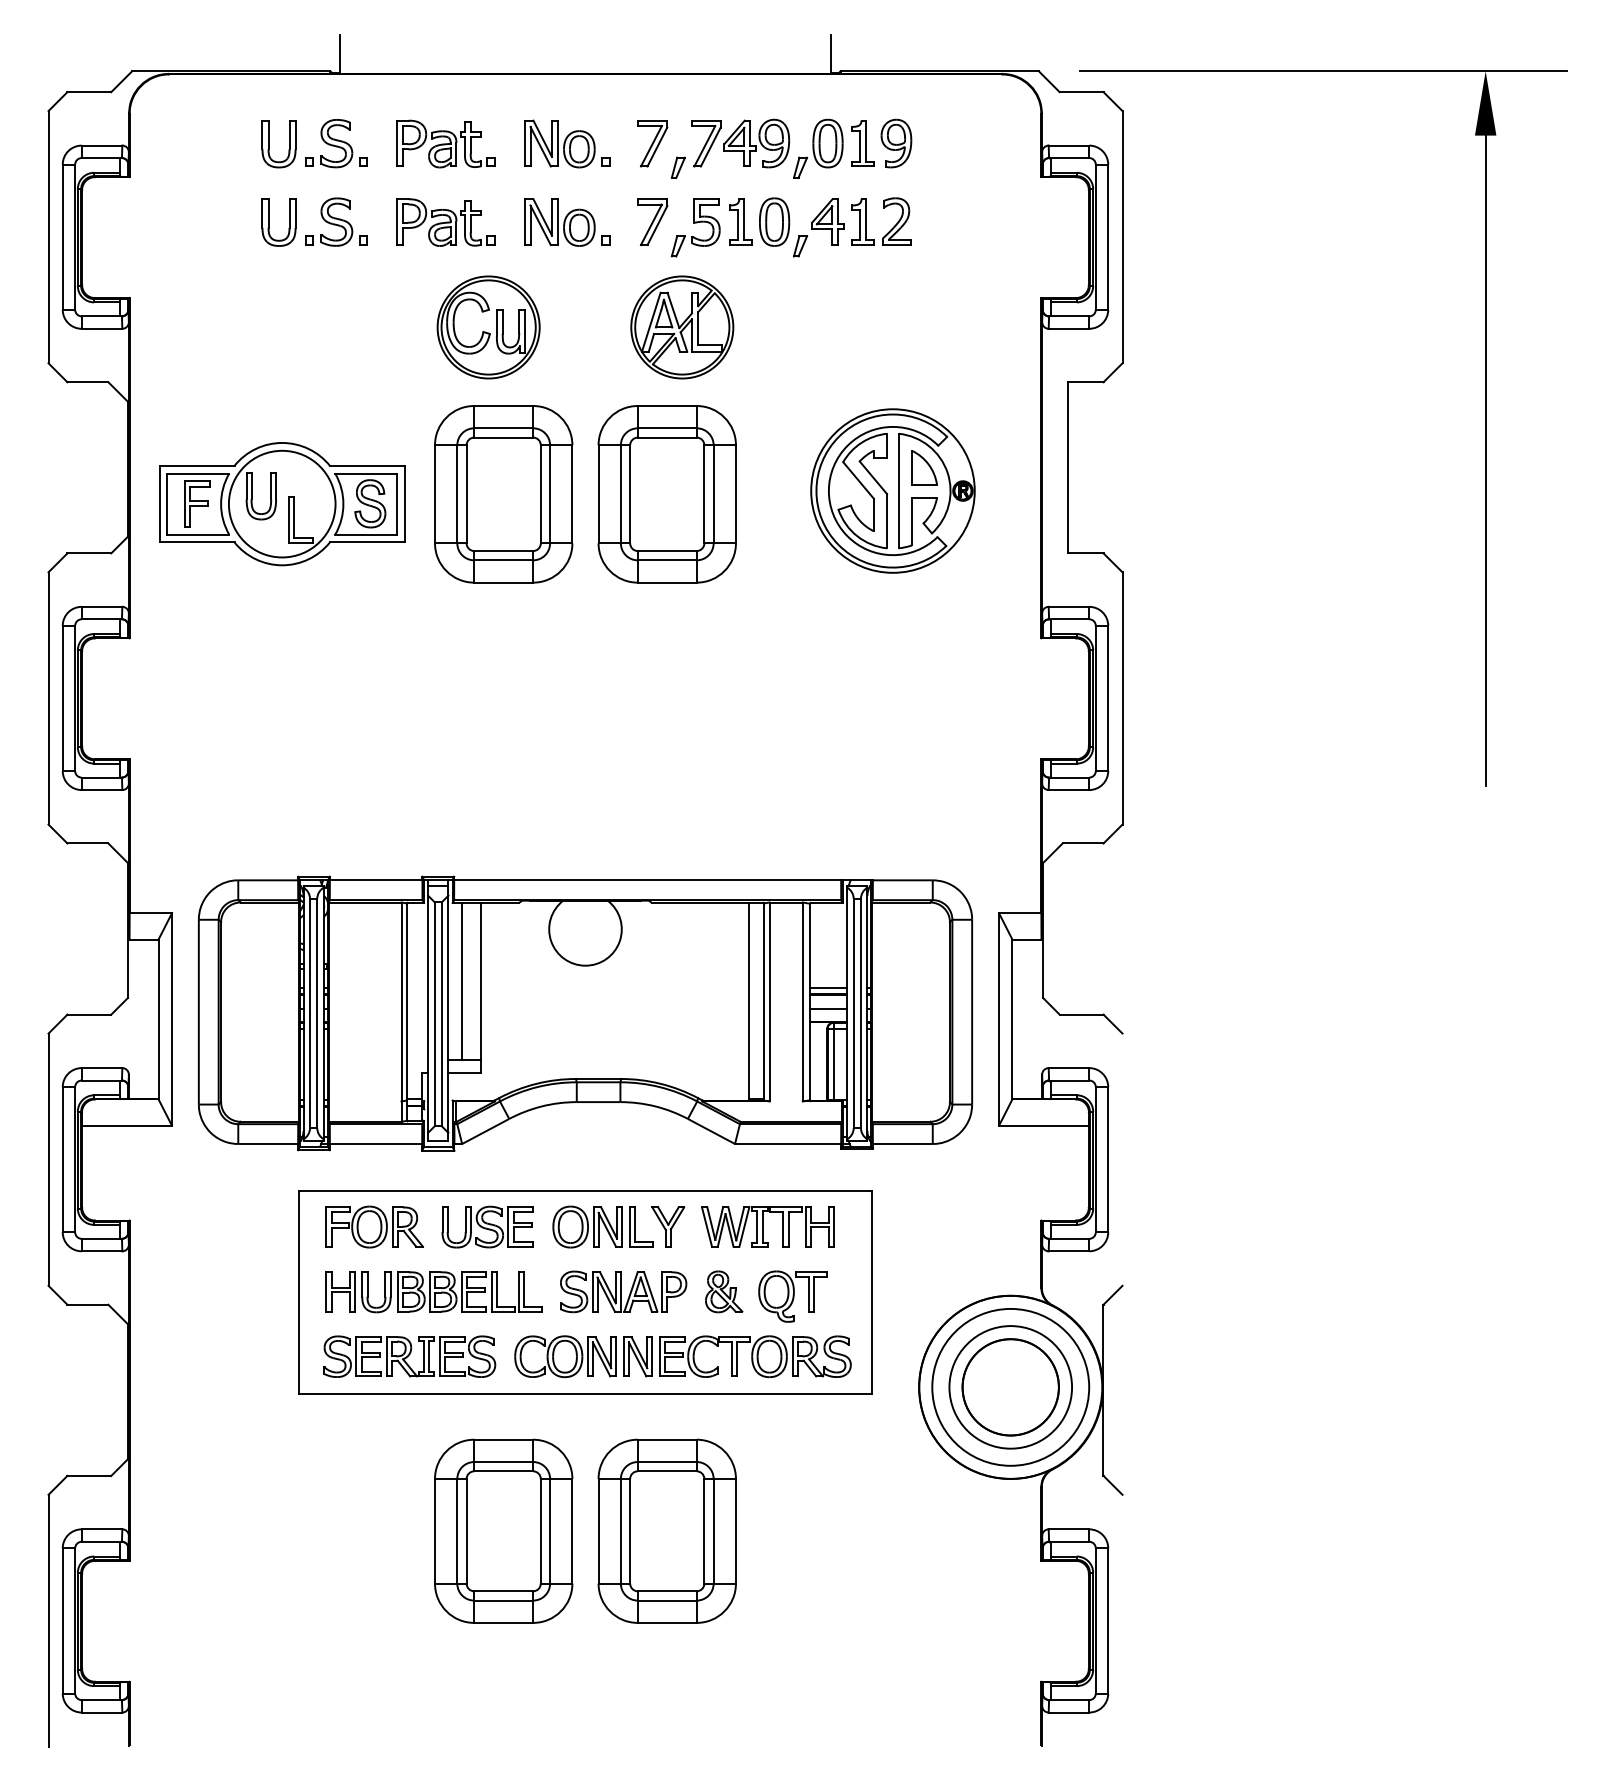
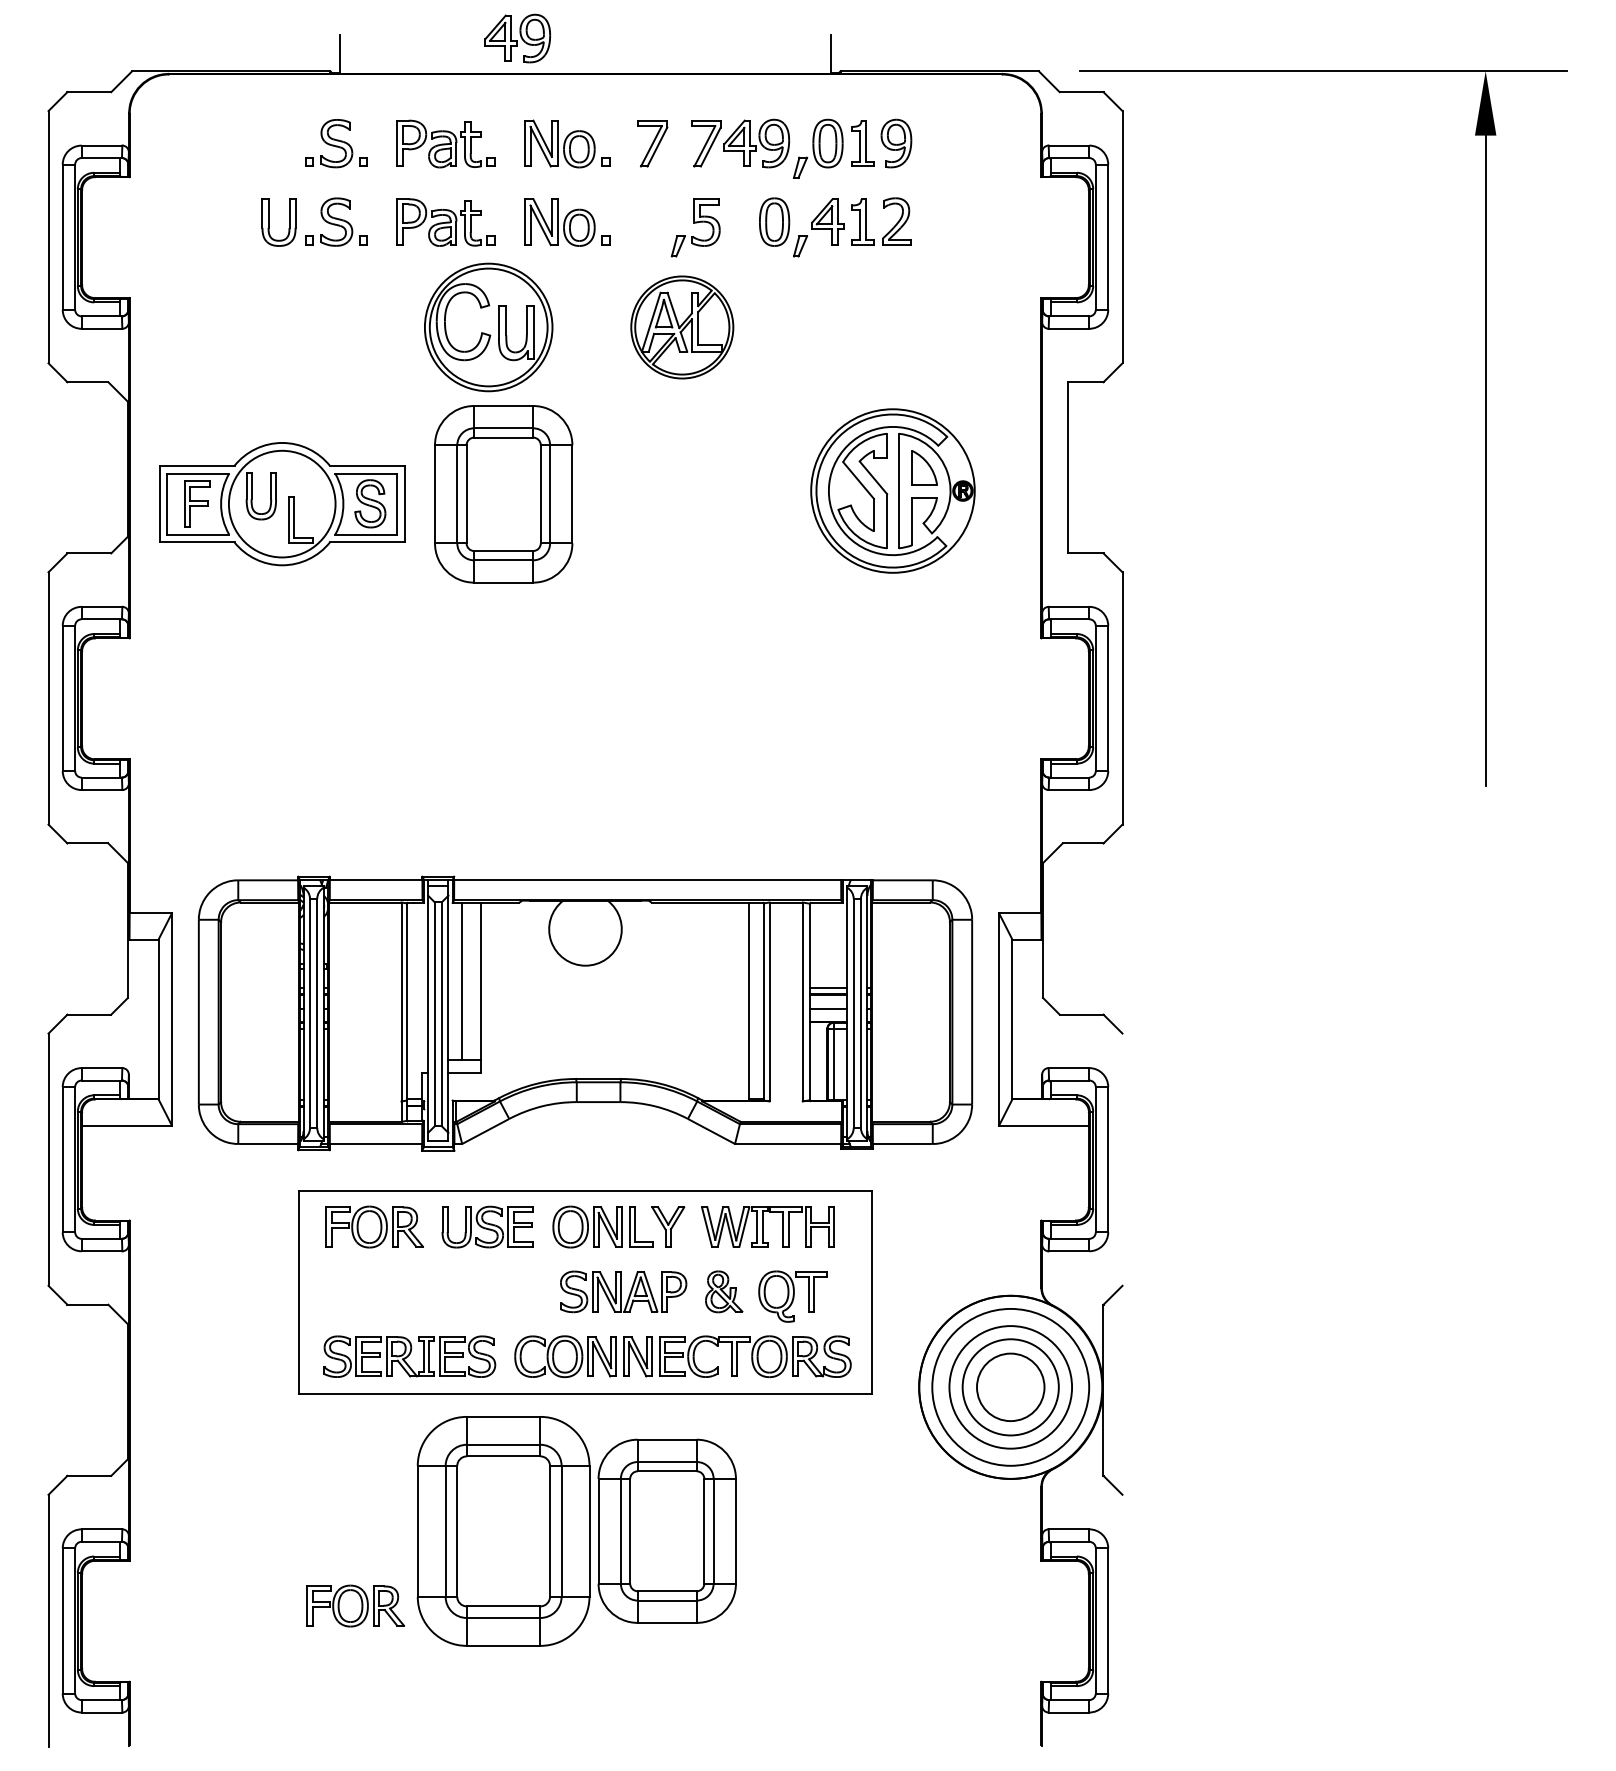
part at (517, 38): none -> present
part at (269, 144): present -> none
part at (677, 167): present -> none
part at (740, 221): present -> none
part at (652, 222): present -> none
part at (488, 327) size: 105x105 px -> 130x131 px
part at (666, 494): present -> none
part at (433, 1292): present -> none
circle at (1010, 1387) diameter: 96 px -> 68 px
part at (503, 1530) size: 140x186 px -> 175x231 px
part at (355, 1605): none -> present
